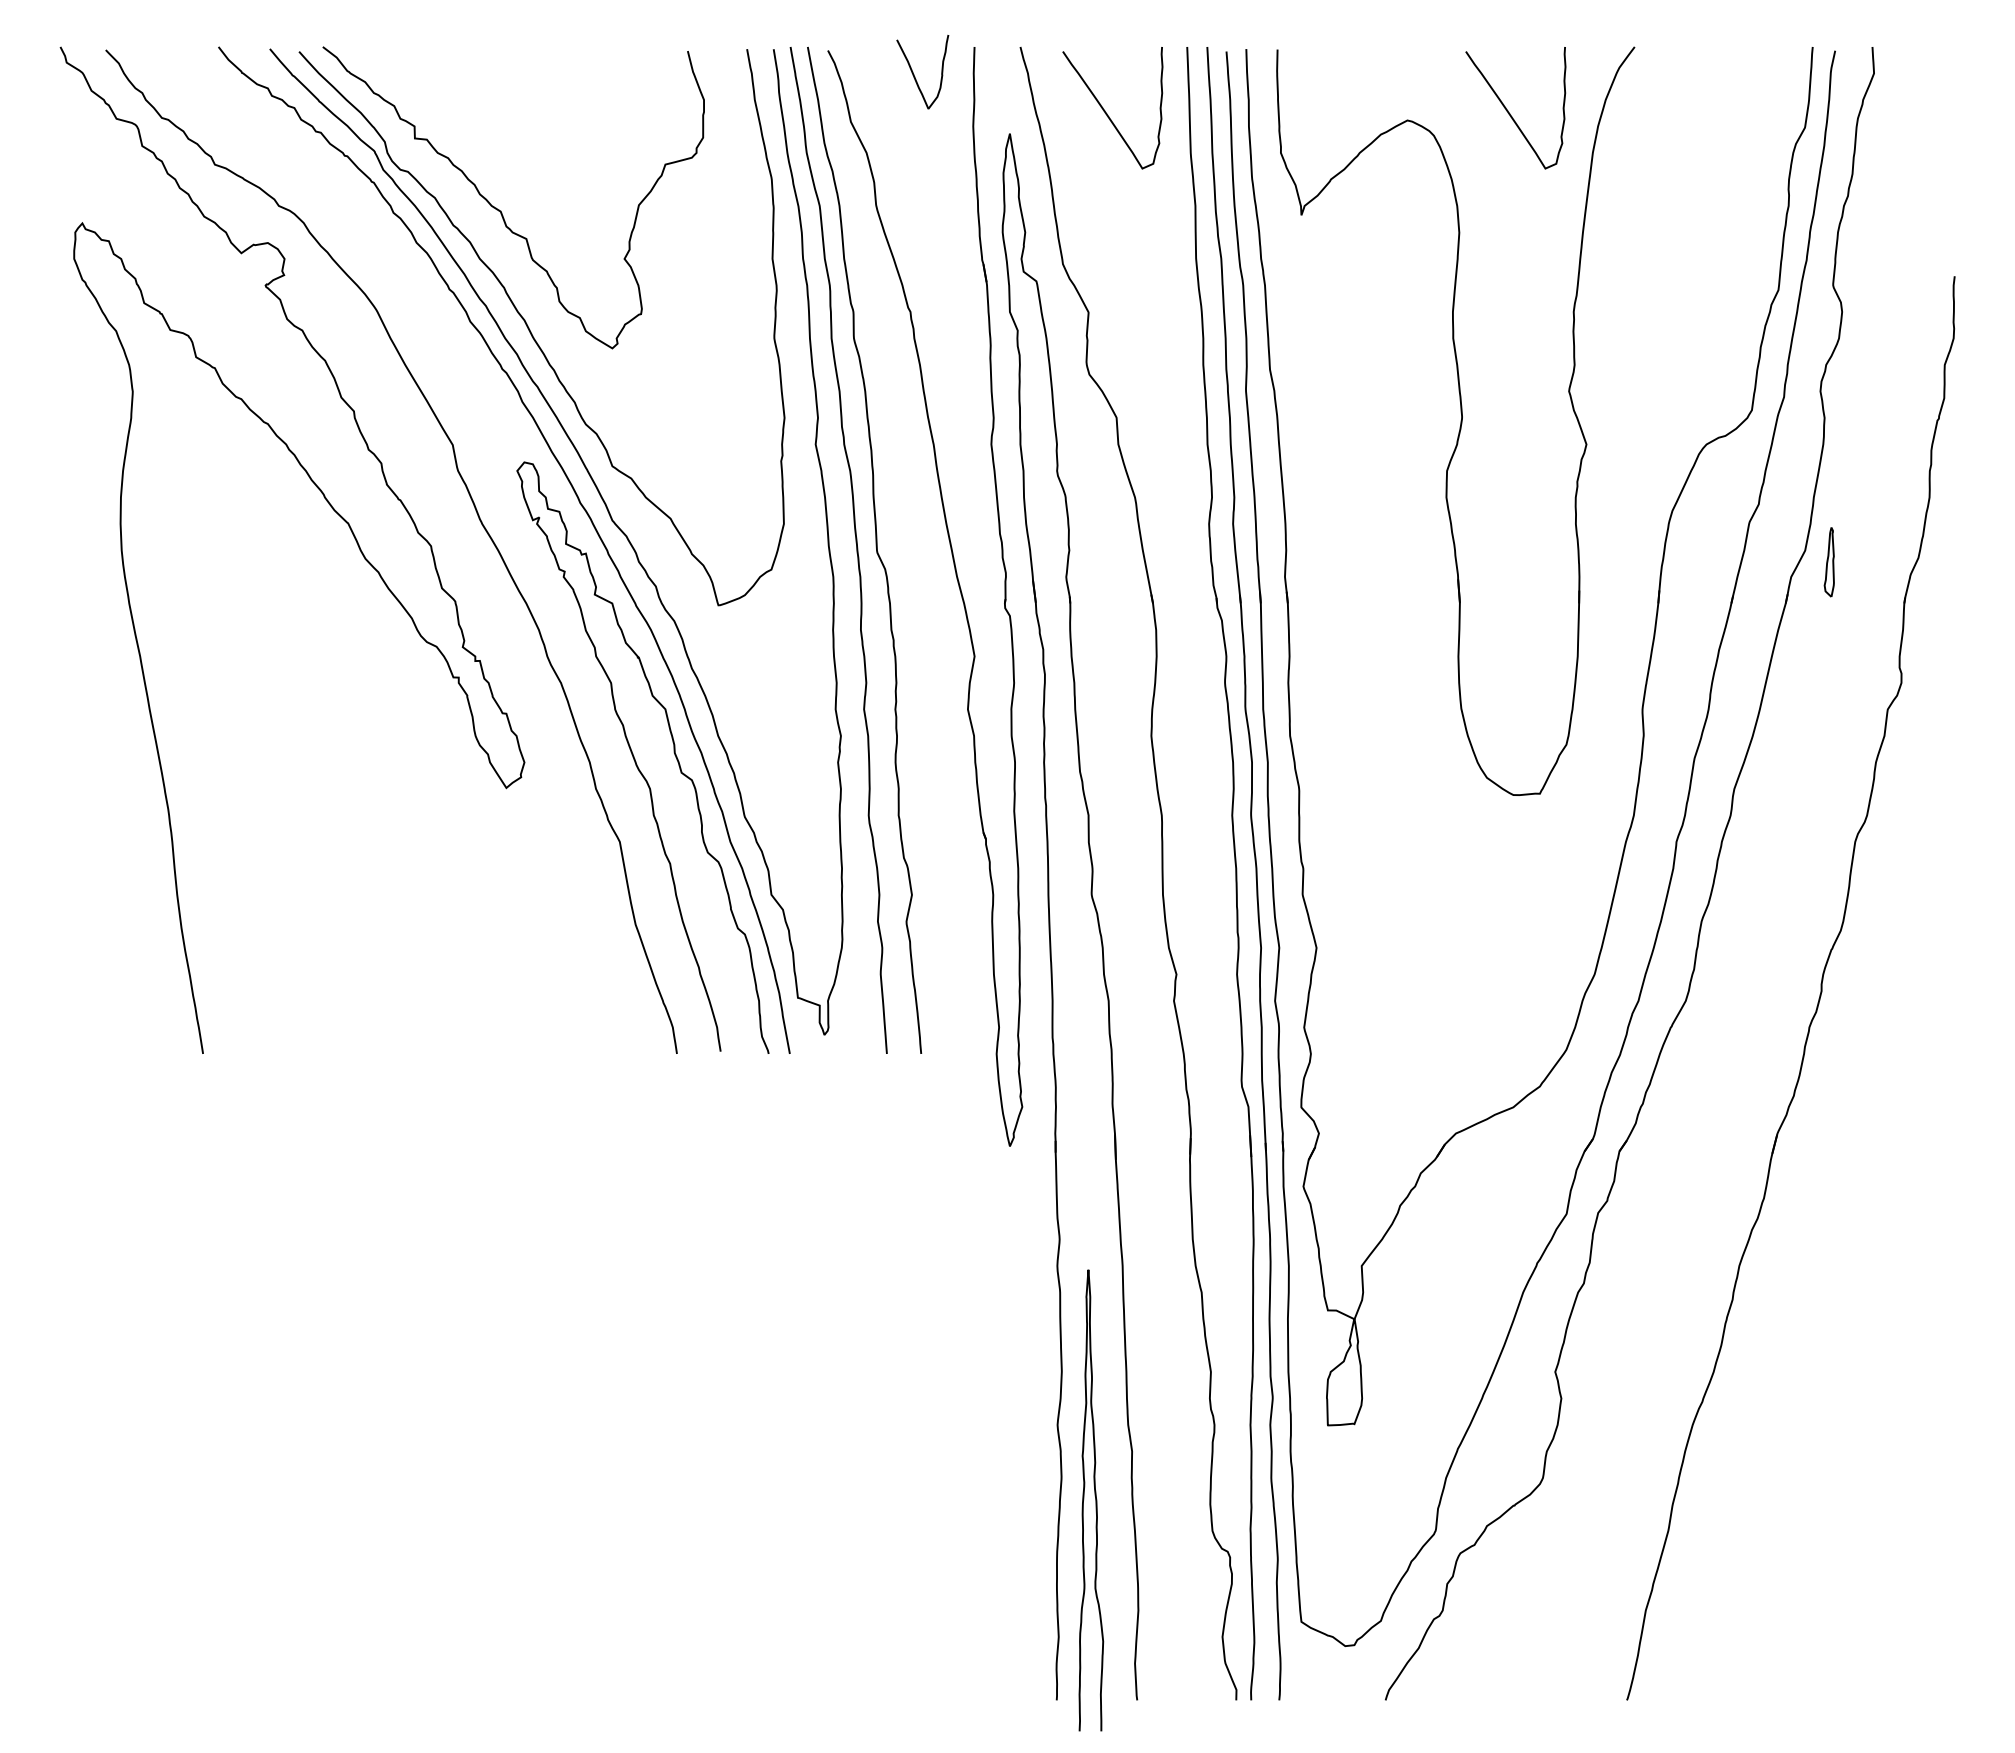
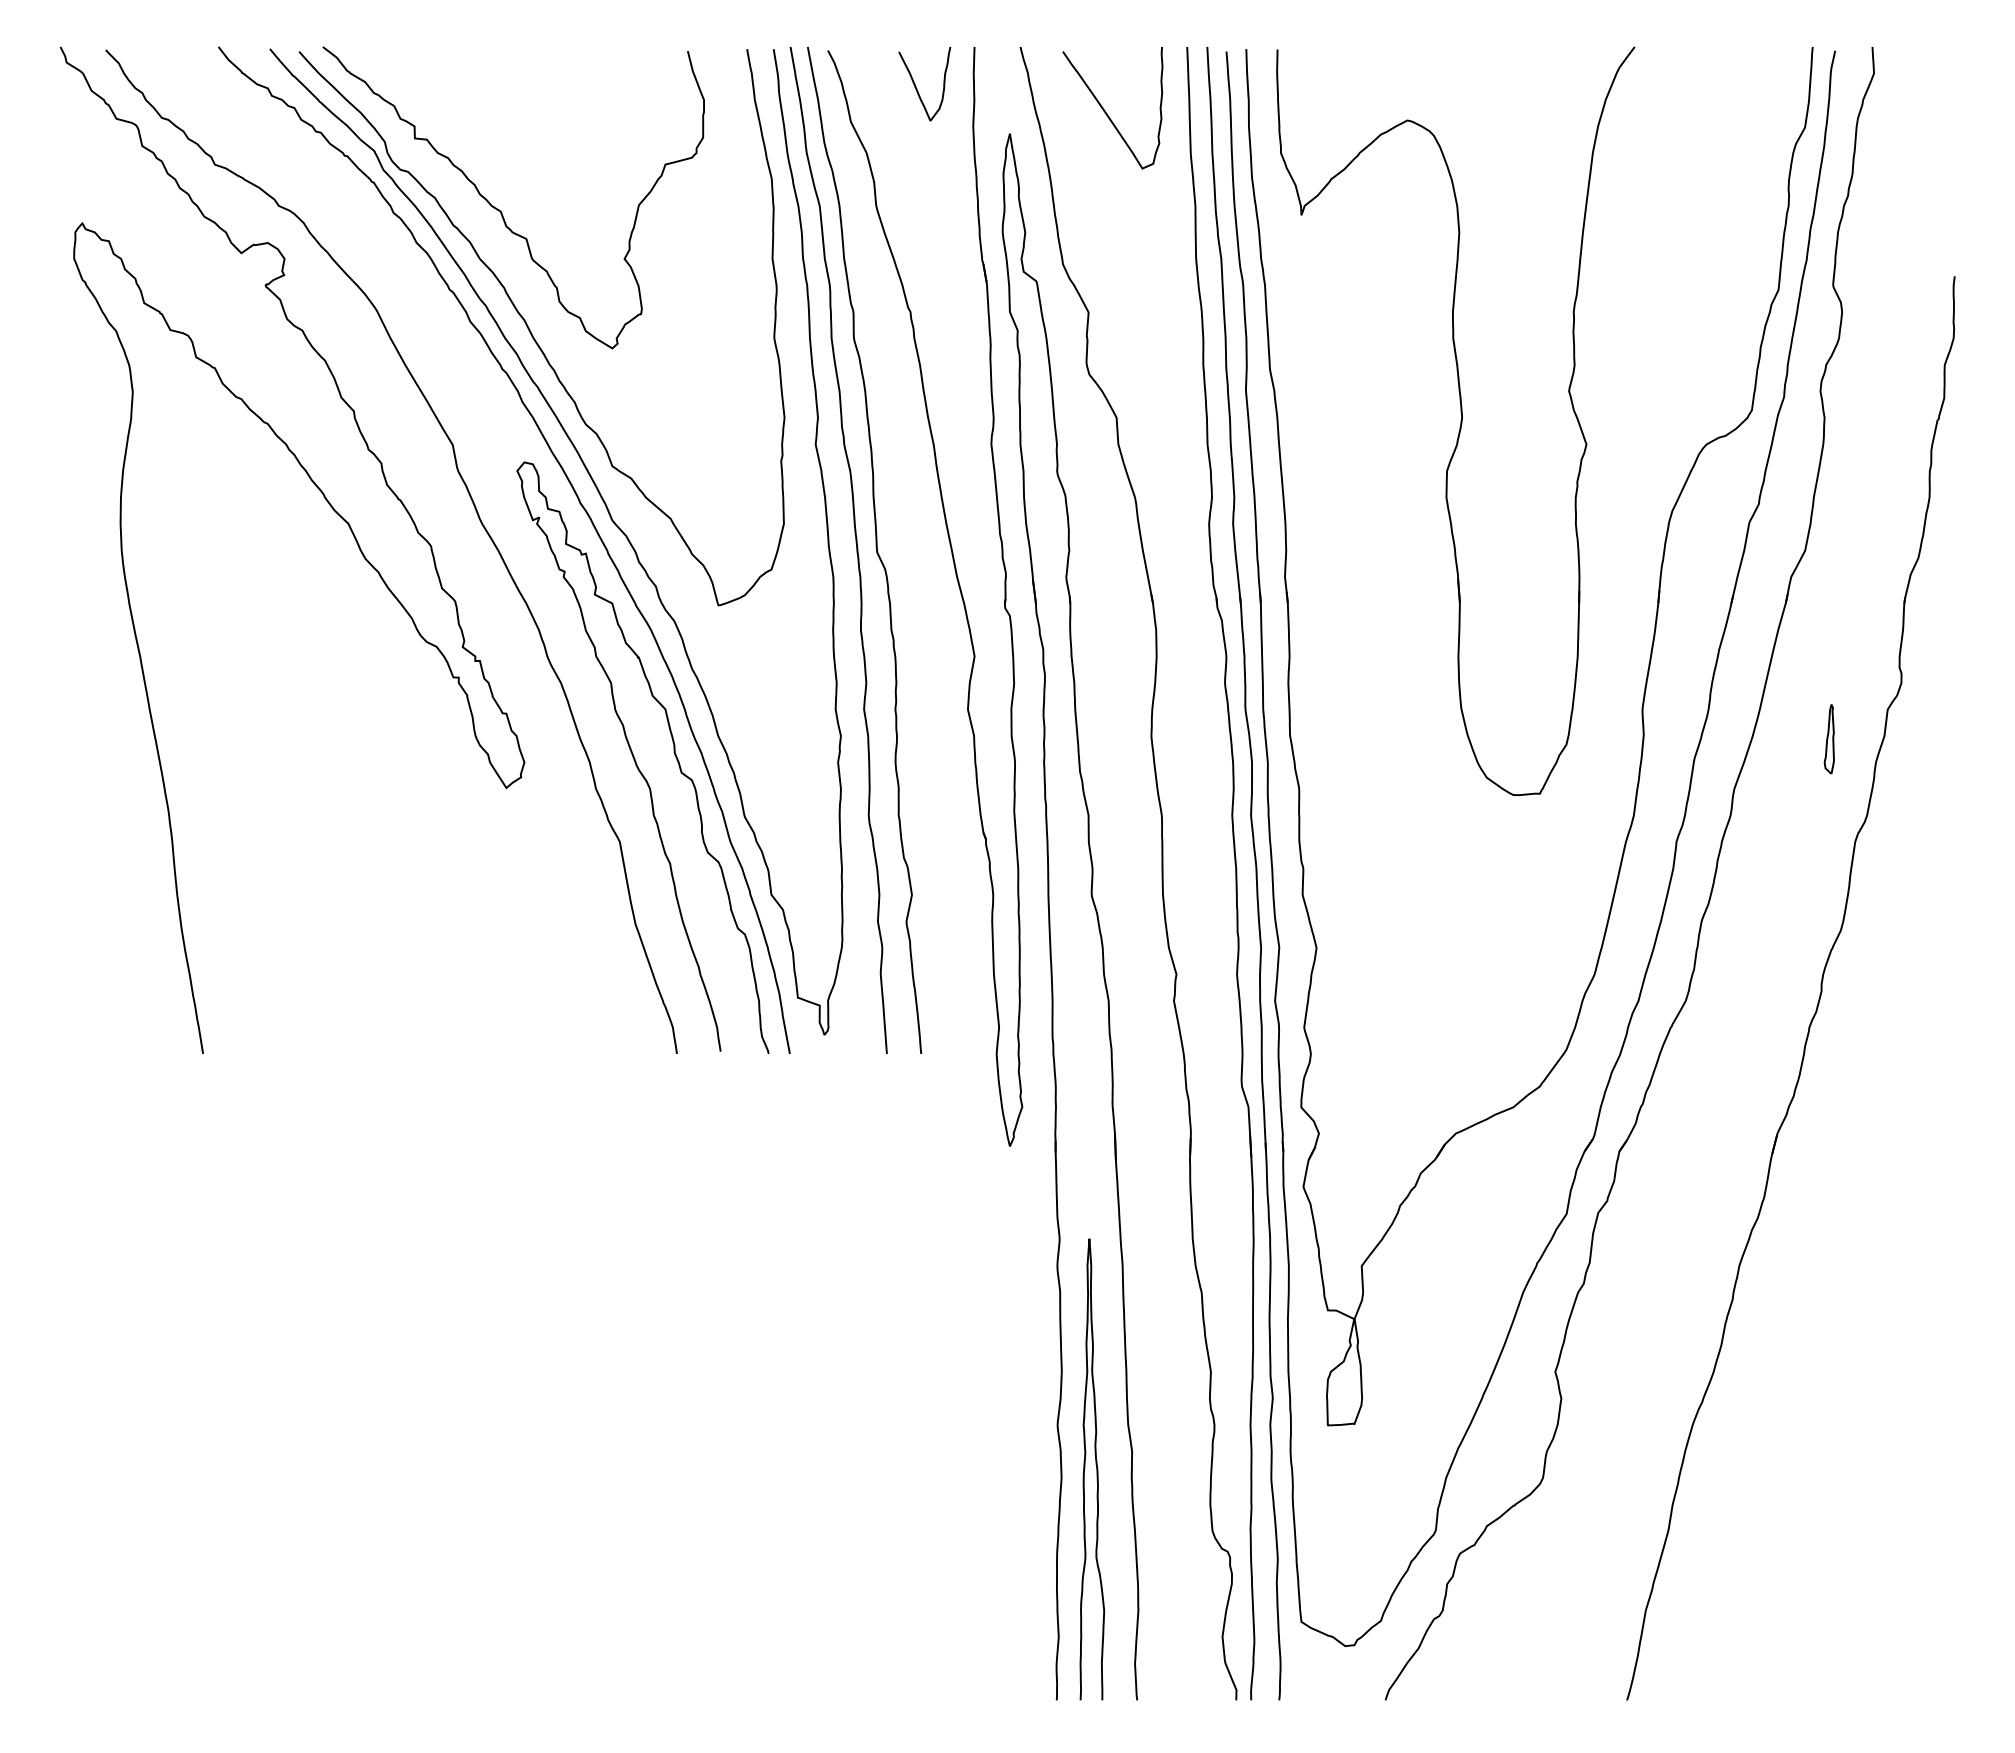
curve at (915, 76) position: (915, 76) -> (917, 88)
curve at (1510, 113): present -> none
part at (1828, 562) position: (1828, 562) -> (1828, 739)
curve at (1095, 1500) position: (1095, 1500) -> (1096, 1469)
